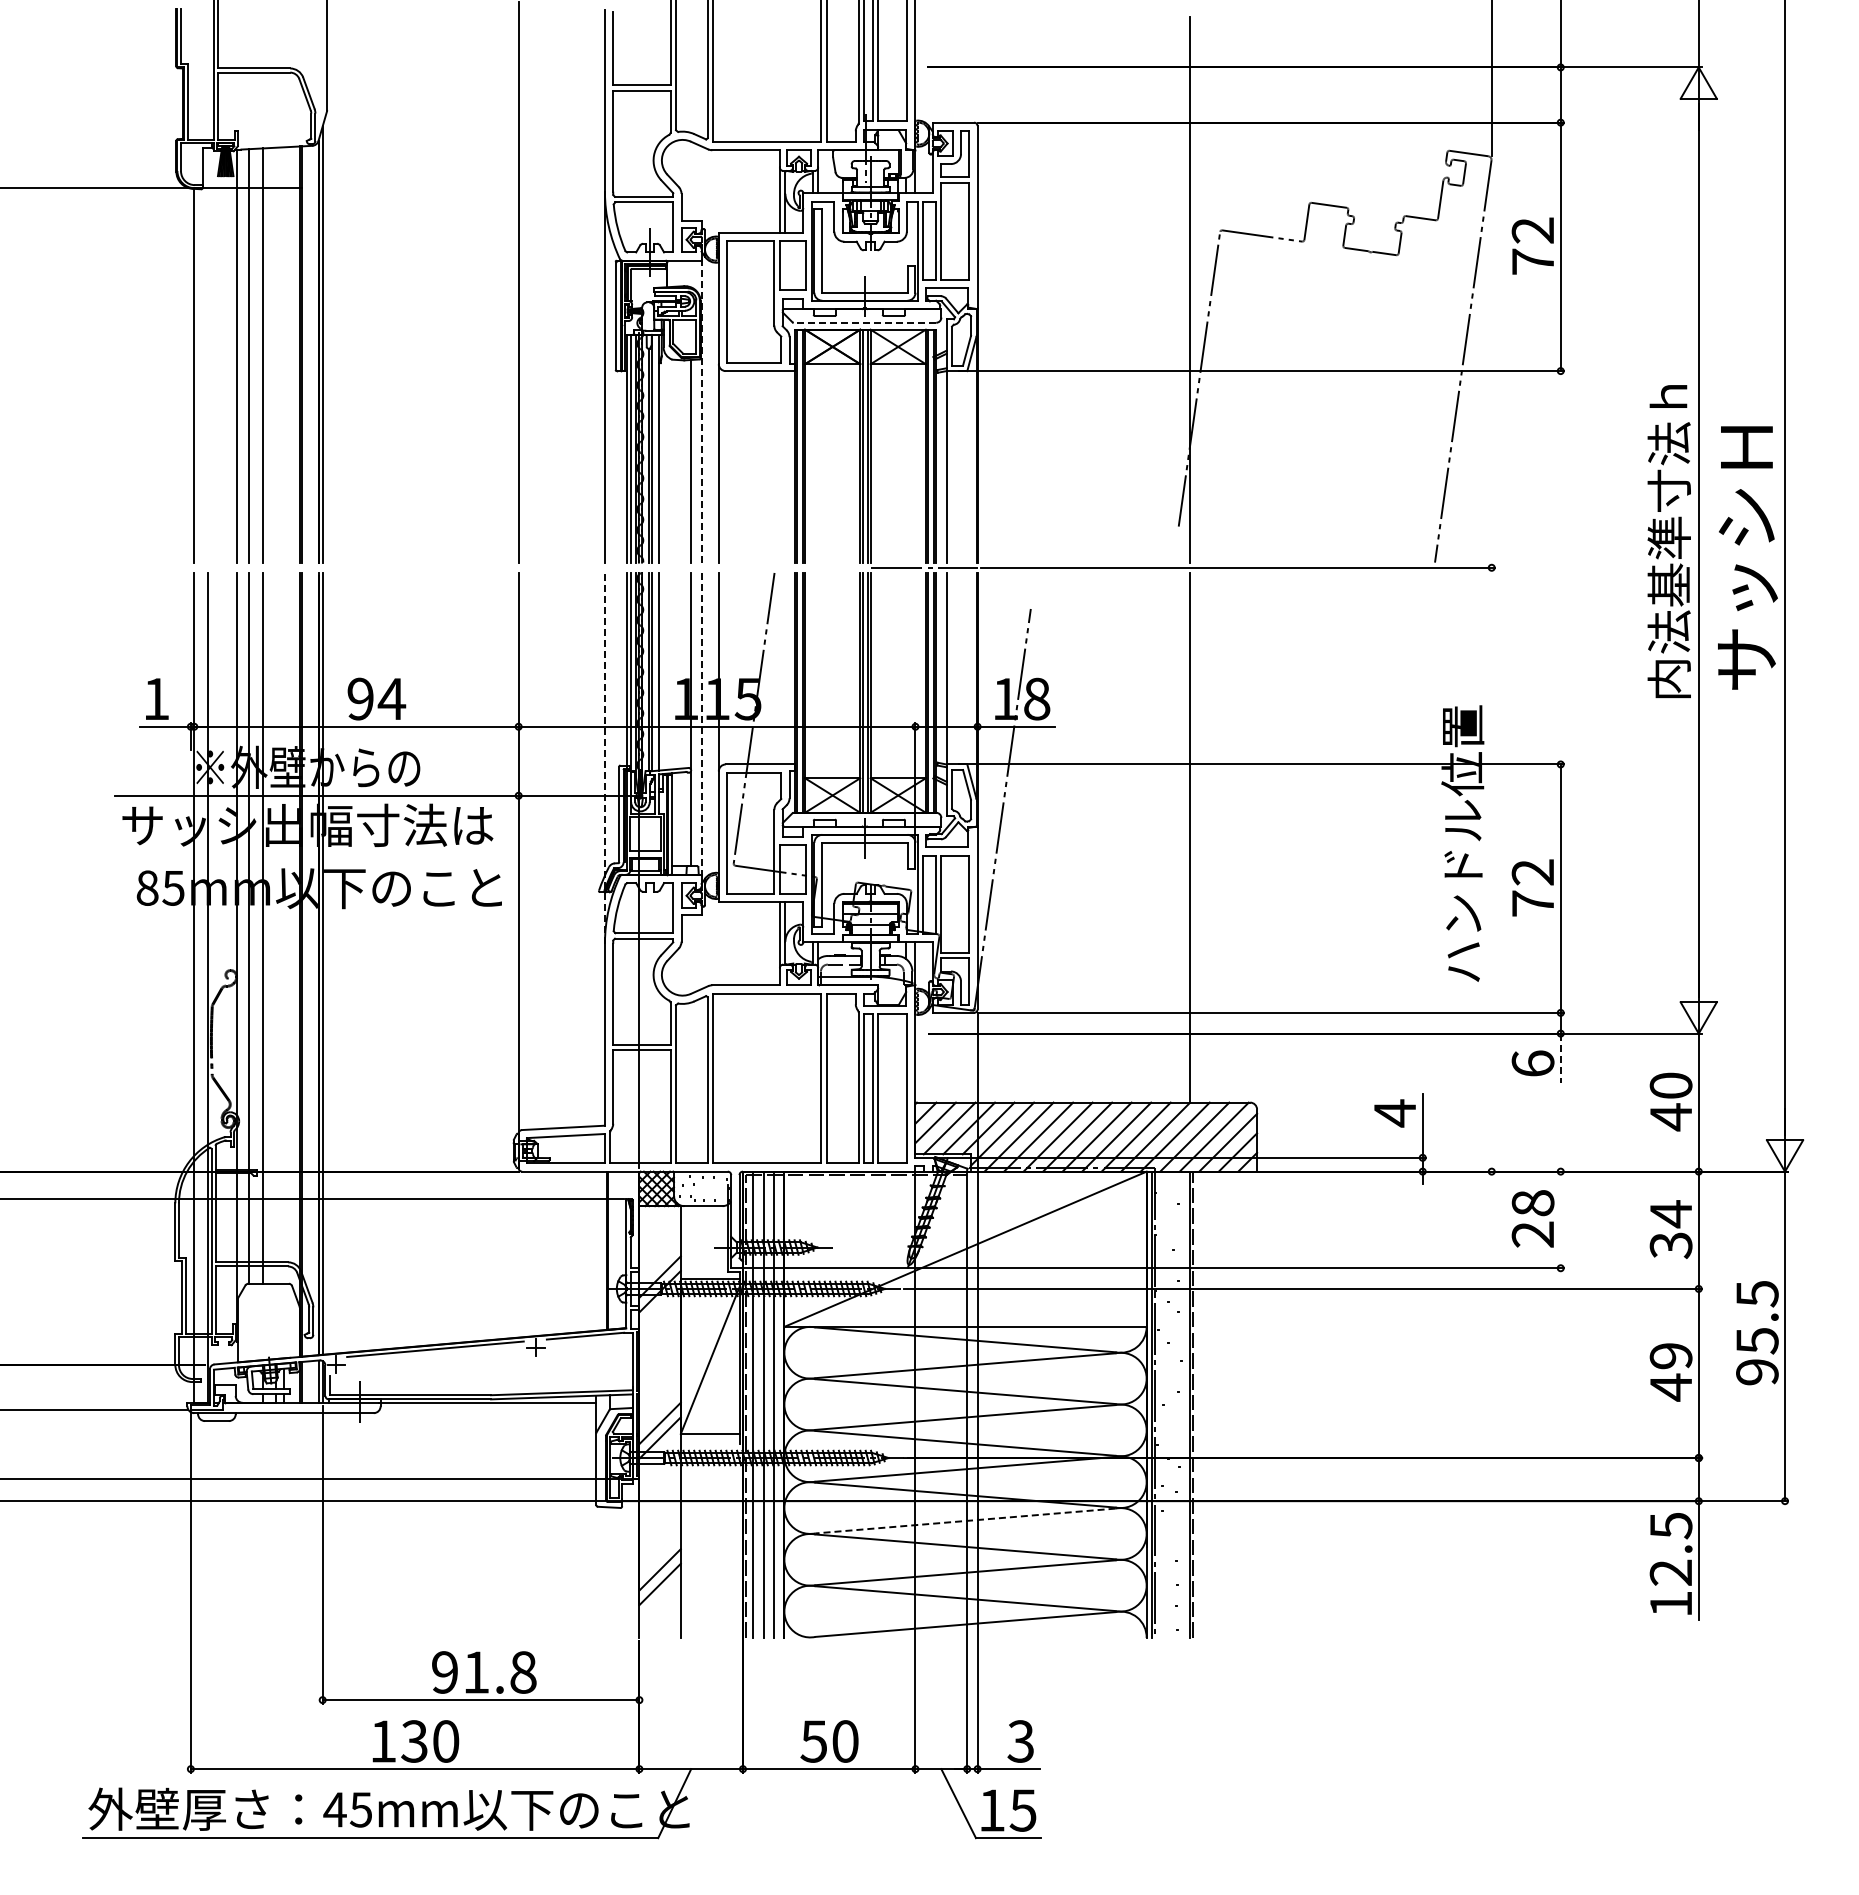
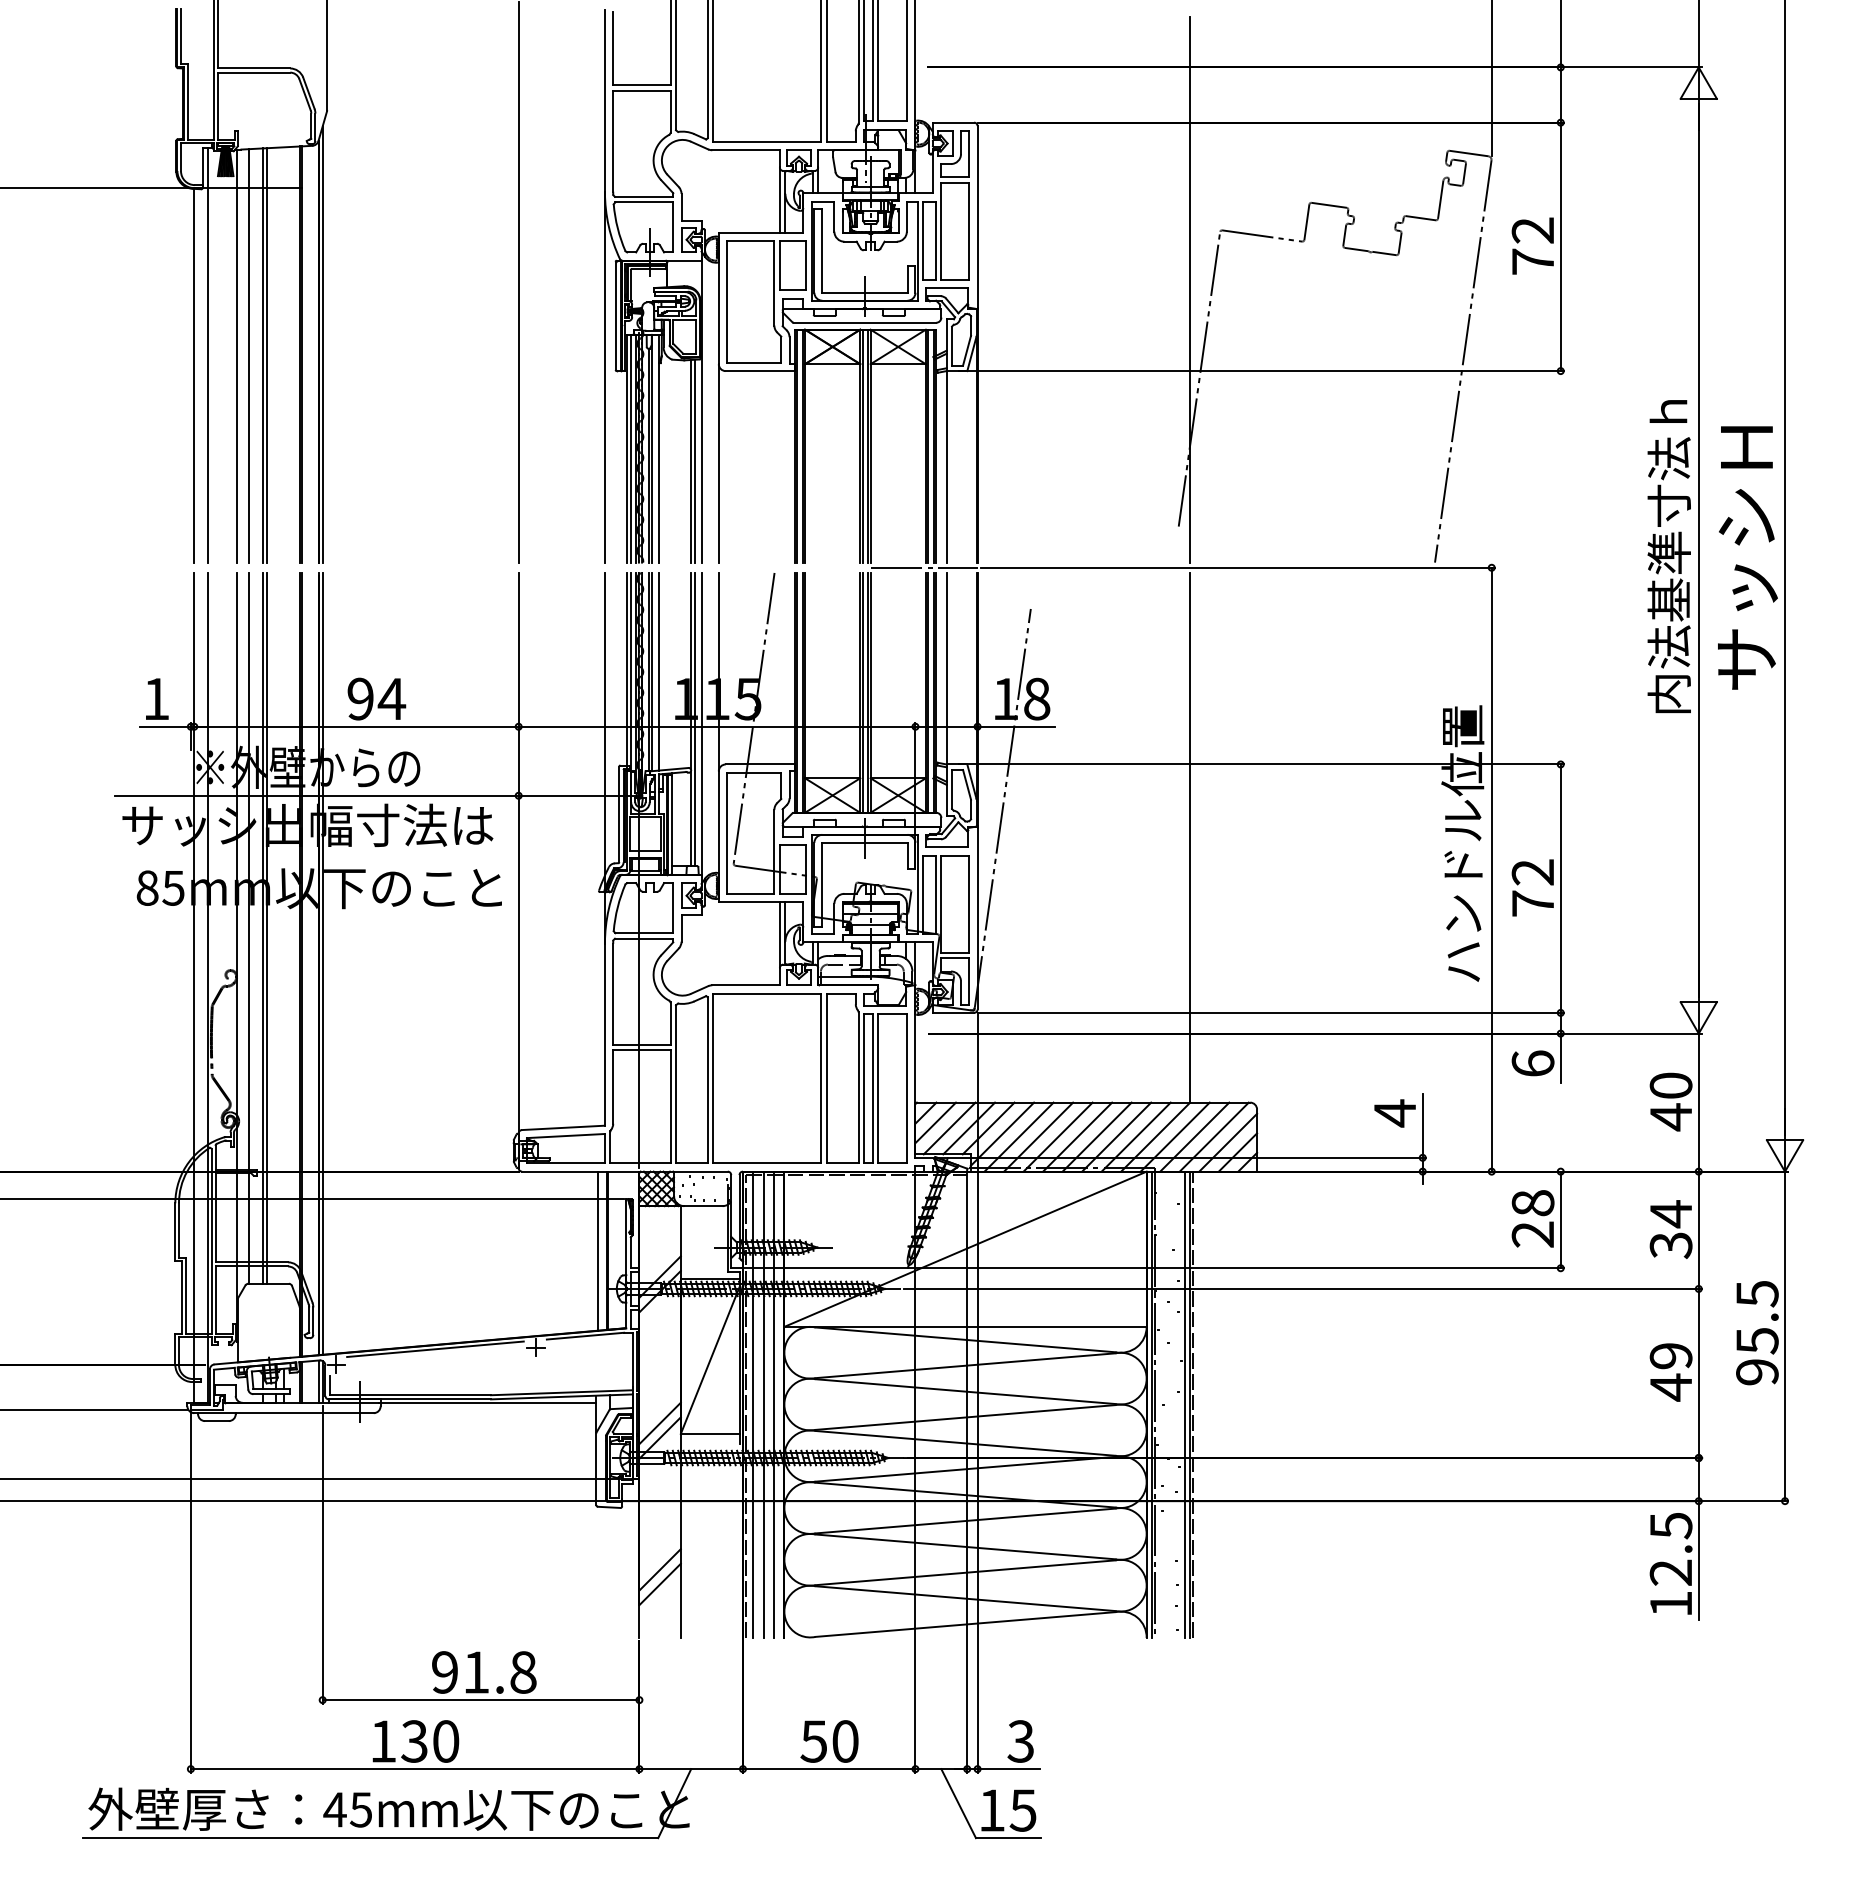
line at (864, 322): dashed -> solid
line at (208, 354): none -> present
line at (266, 355): none -> present
line at (701, 410): dashed -> solid
line at (694, 460): none -> present
text at (1668, 541) position: (1668, 541) -> (1668, 556)
line at (694, 719): none -> present
line at (701, 724): dashed -> solid
line at (604, 757): dashed -> solid
line at (1491, 869): none -> present
line at (266, 927): none -> present
line at (1560, 1058): dashed -> solid
line at (1560, 1219): none -> present
line at (598, 1250): none -> present
line at (1184, 1404): none -> present
line at (965, 1521): dashed -> solid
